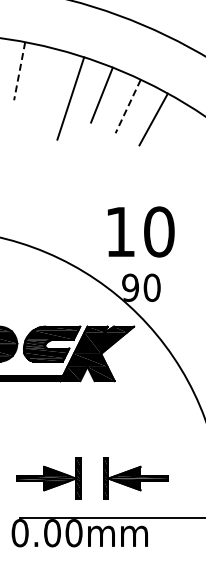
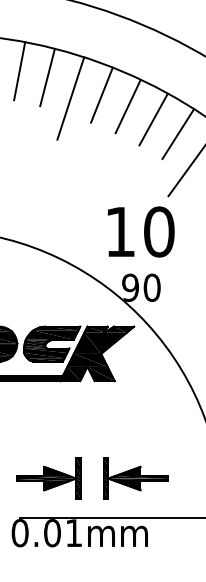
line at (19, 71): dashed -> solid
line at (47, 77): none -> present
line at (128, 106): dashed -> solid
line at (178, 133): none -> present
line at (185, 172): none -> present
text at (73, 533): 0.00mm -> 0.01mm
